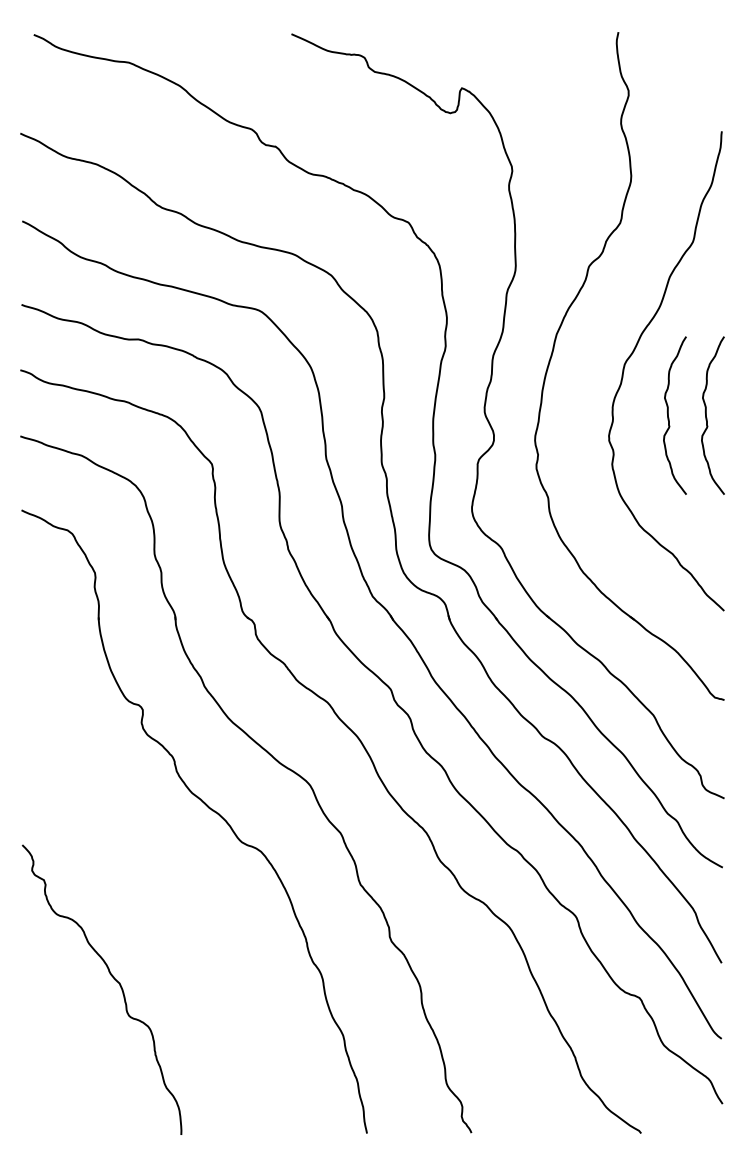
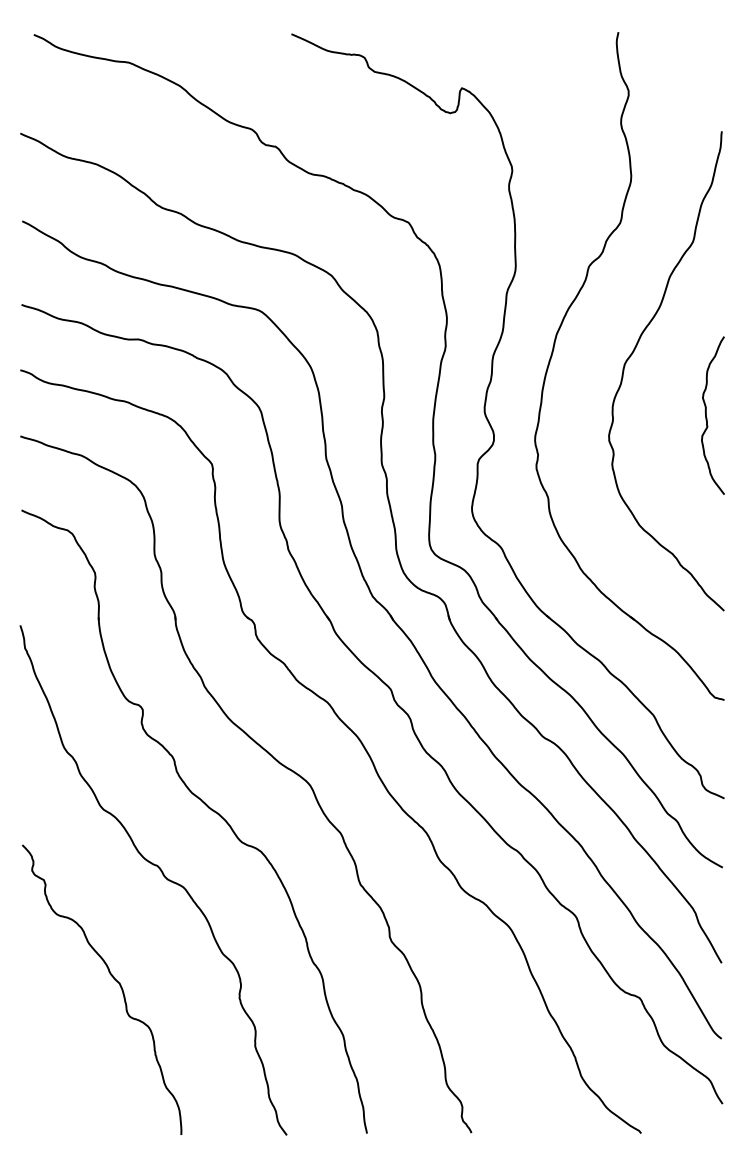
curve at (669, 417): present -> none
curve at (162, 875): none -> present
